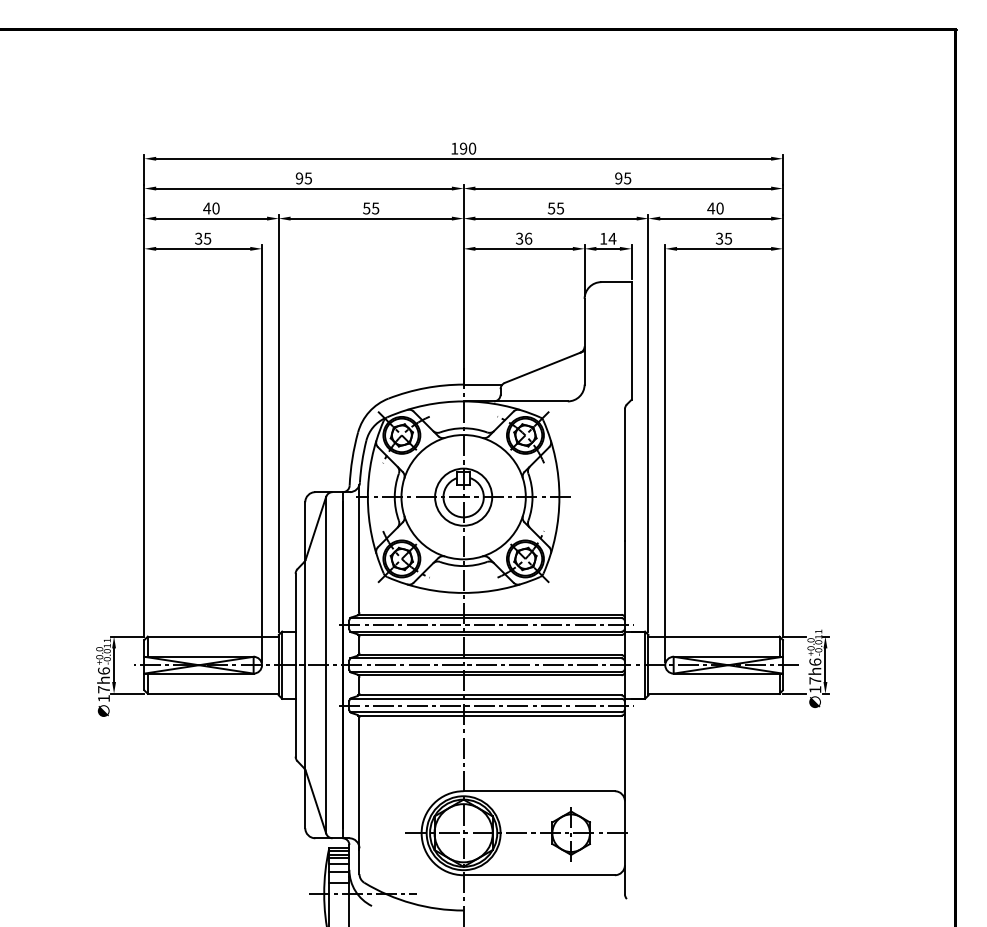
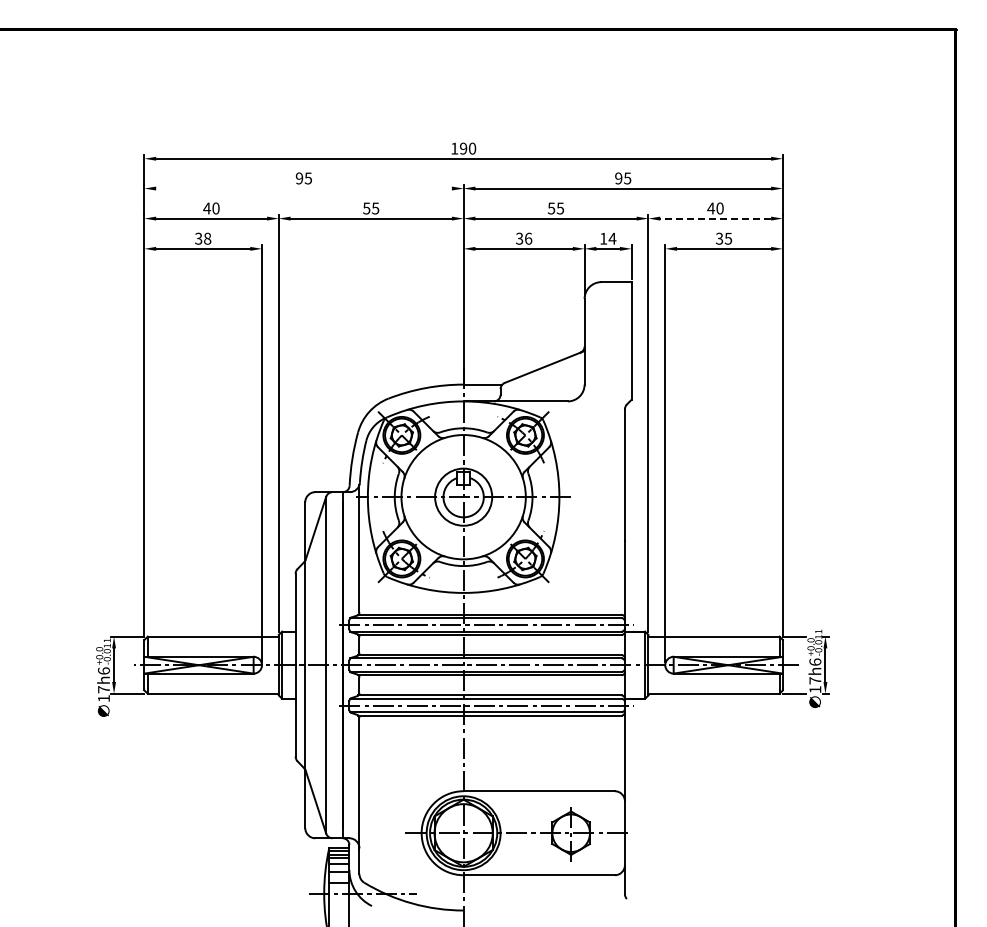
line at (303, 188): present -> none
line at (715, 218): solid -> dashed
text at (207, 238): 35 -> 38
